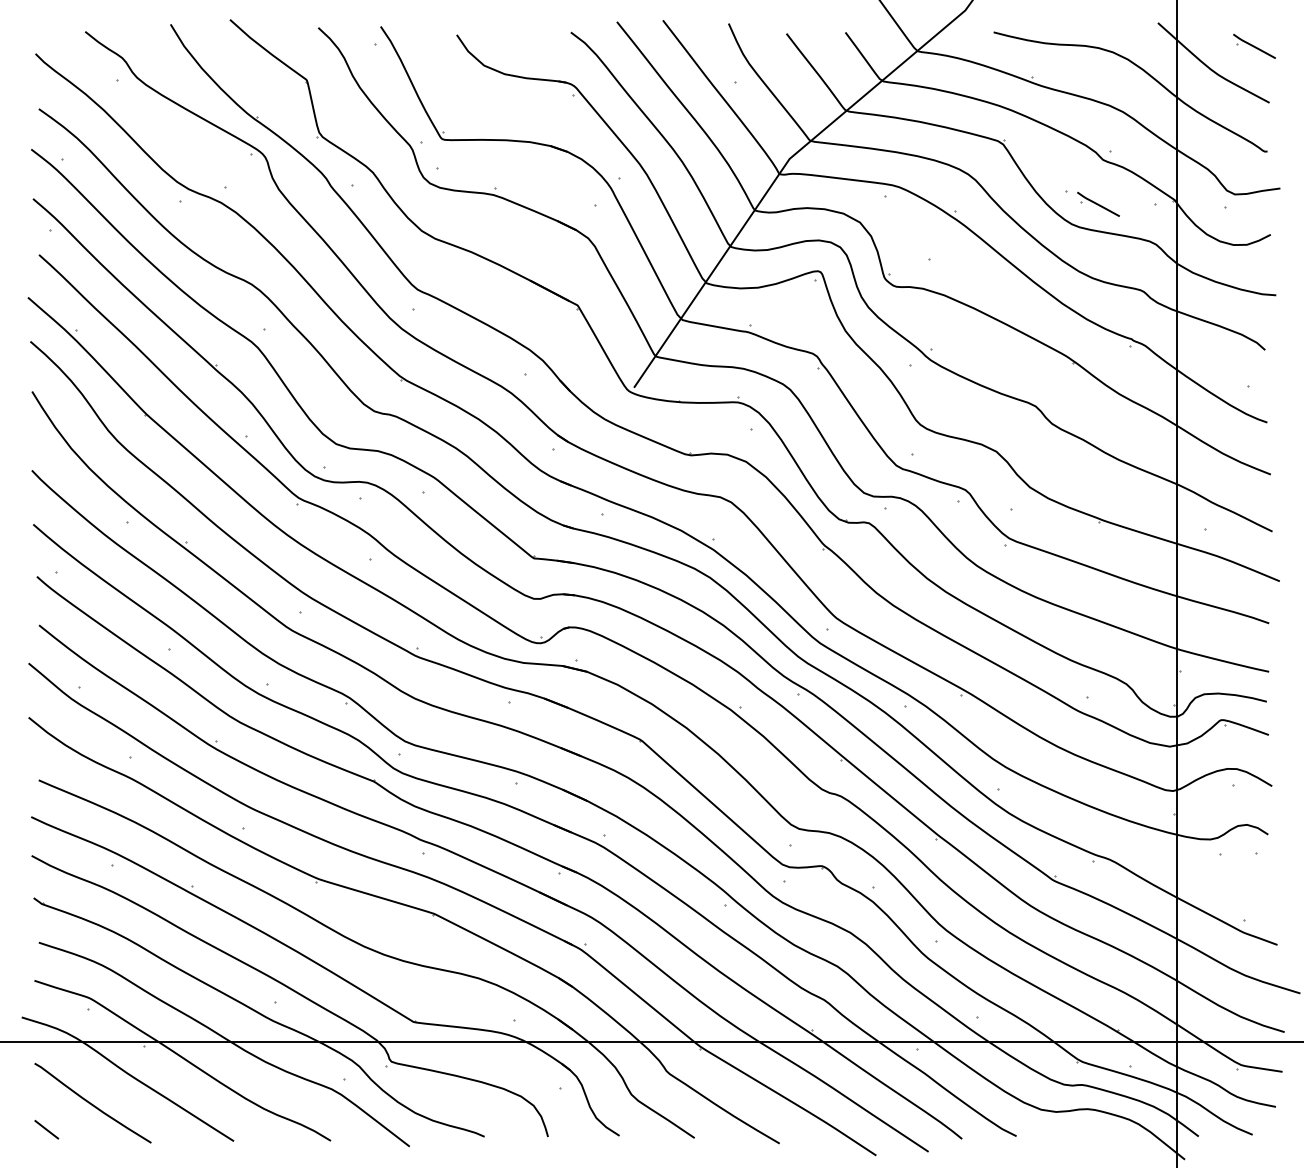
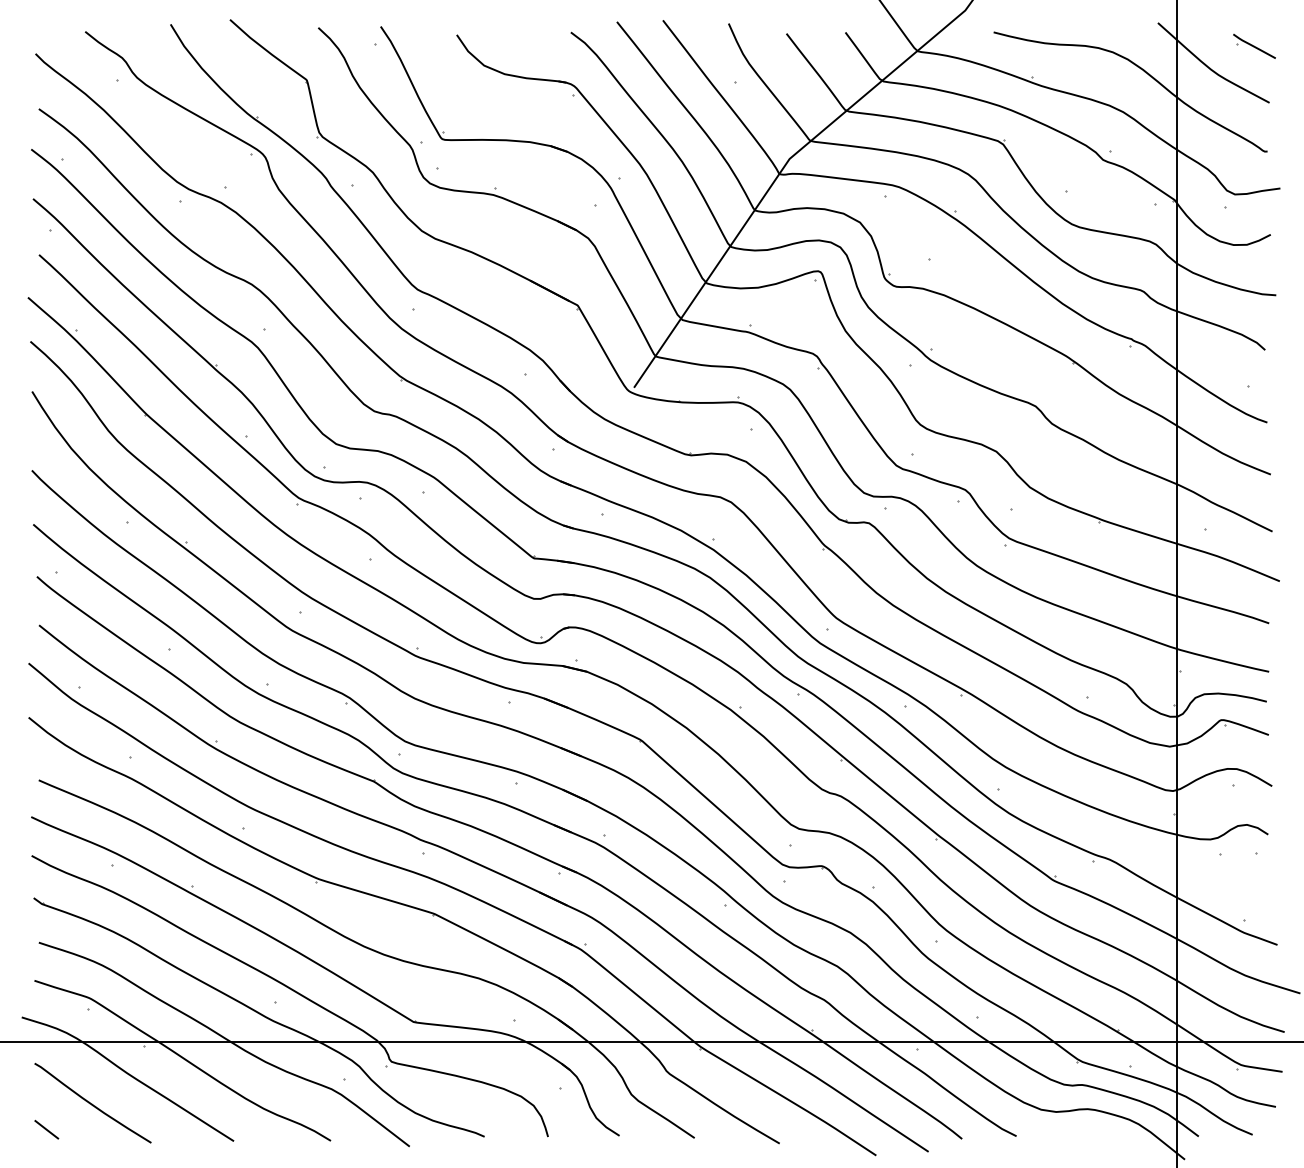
part at (1098, 204): present -> none
